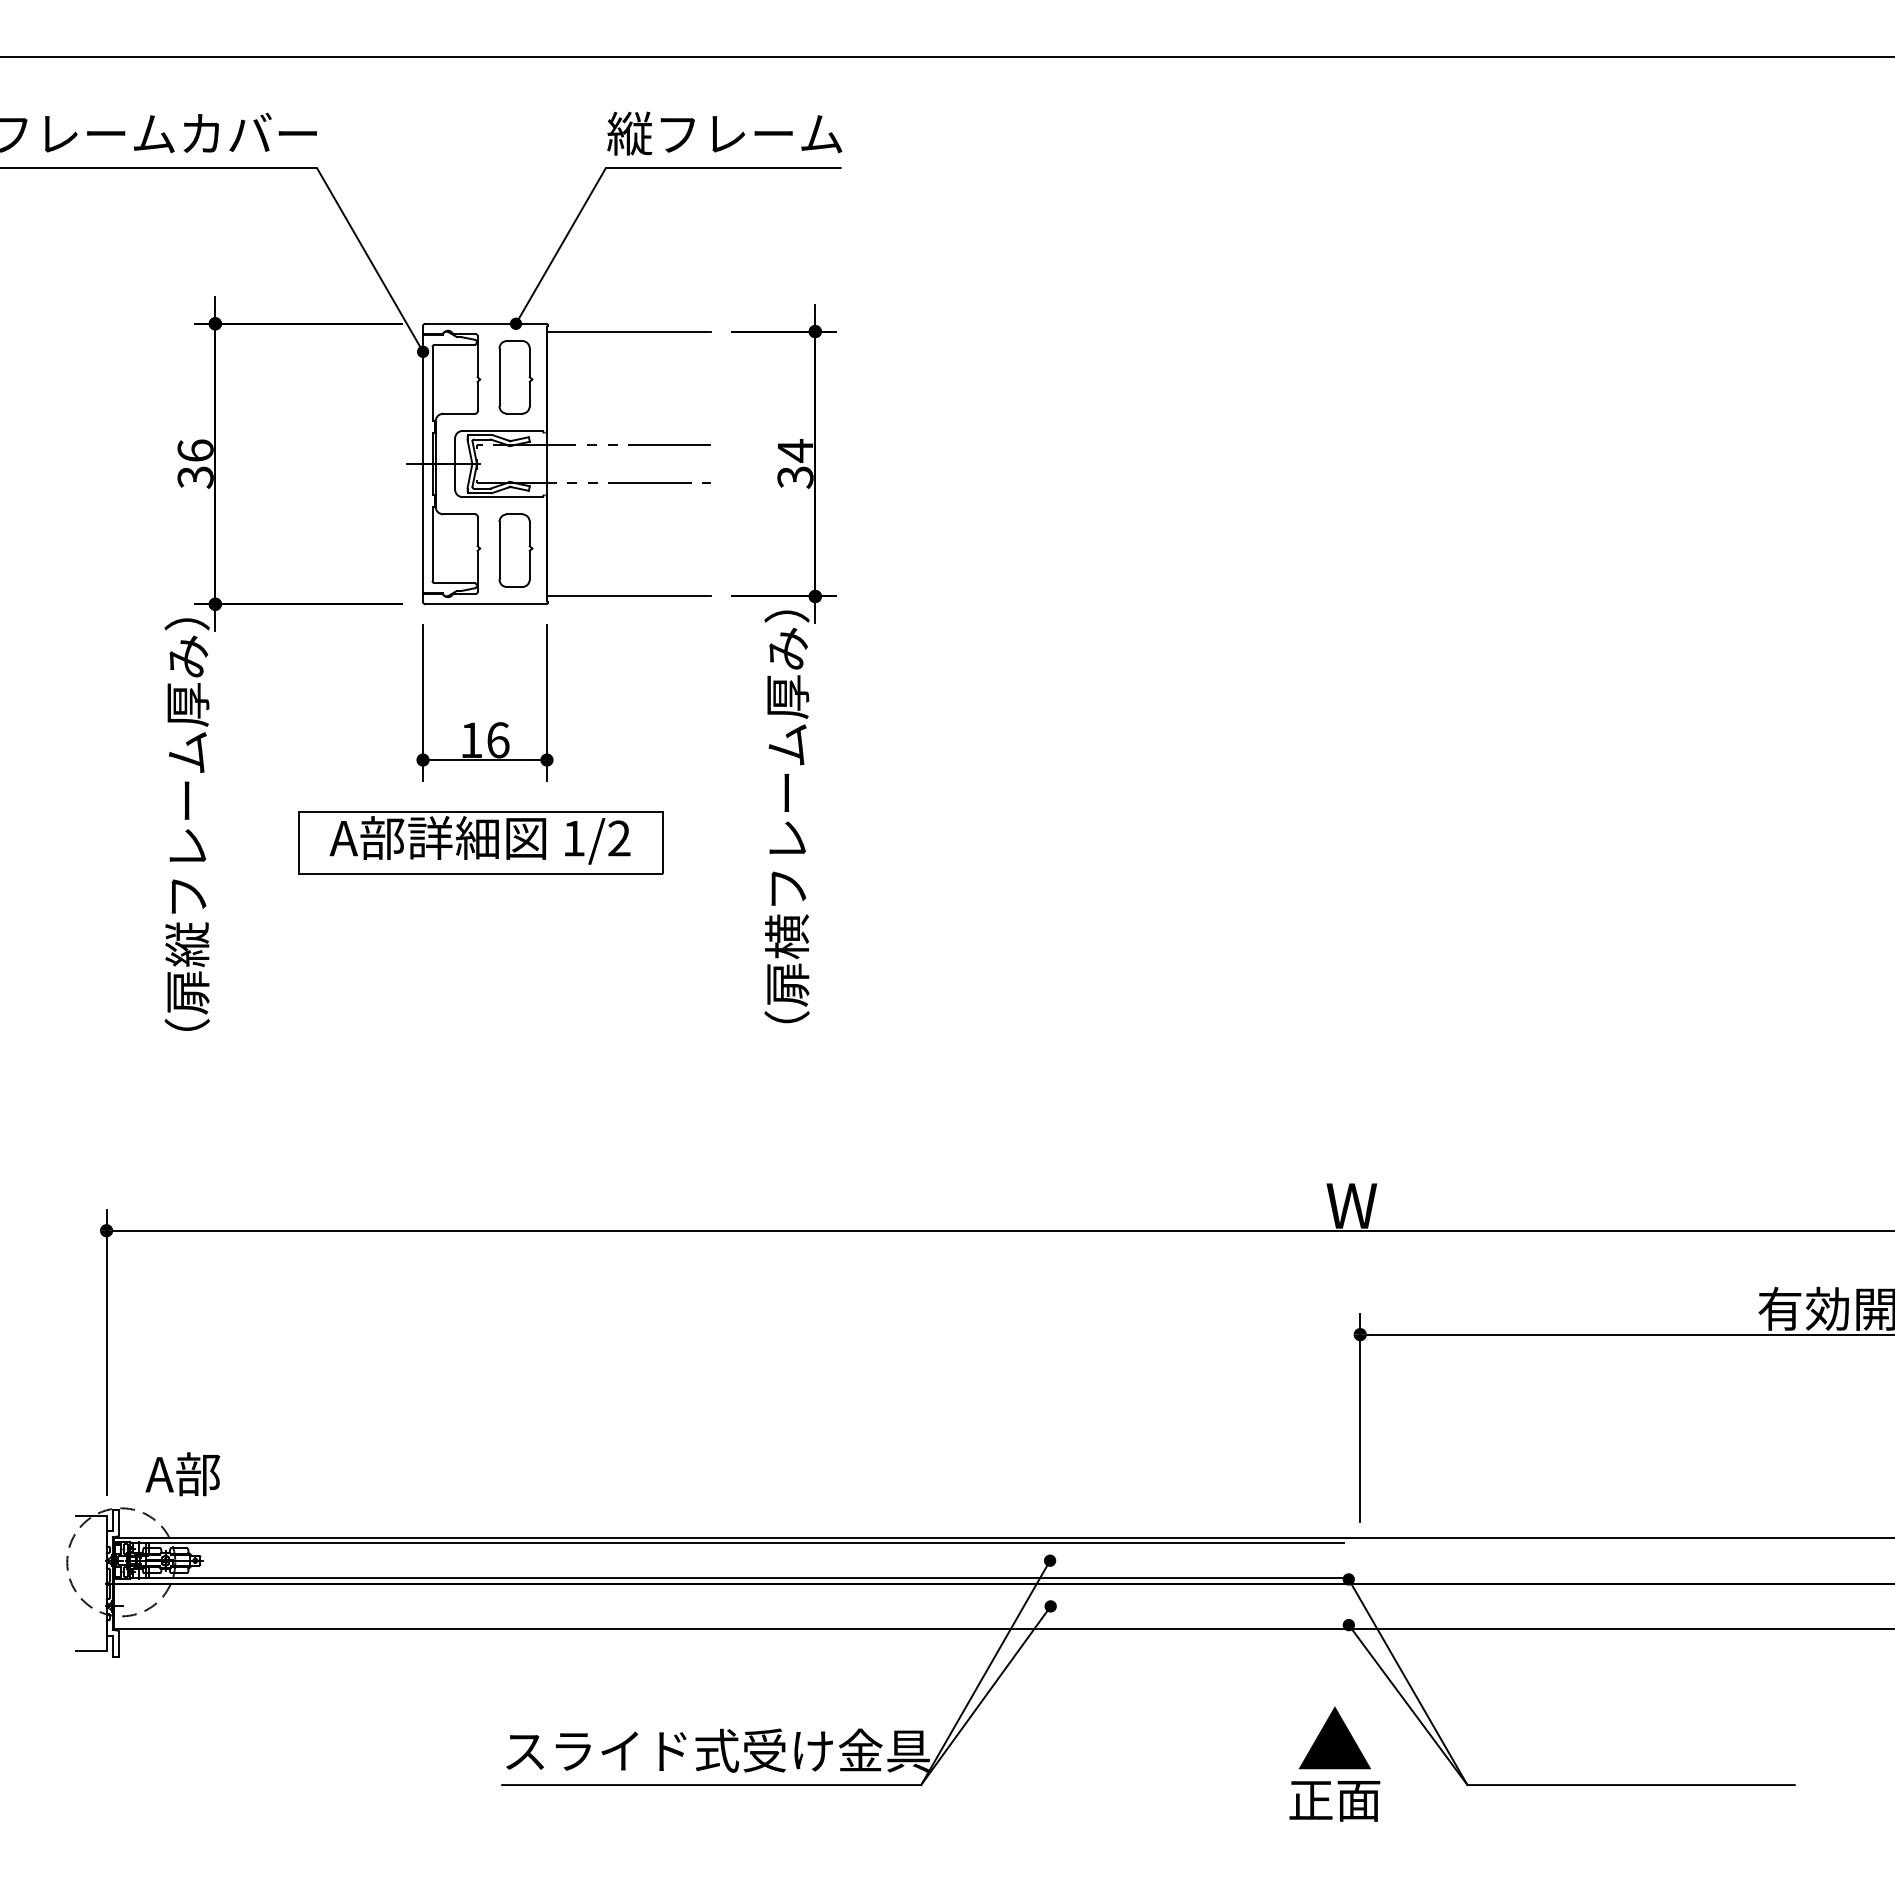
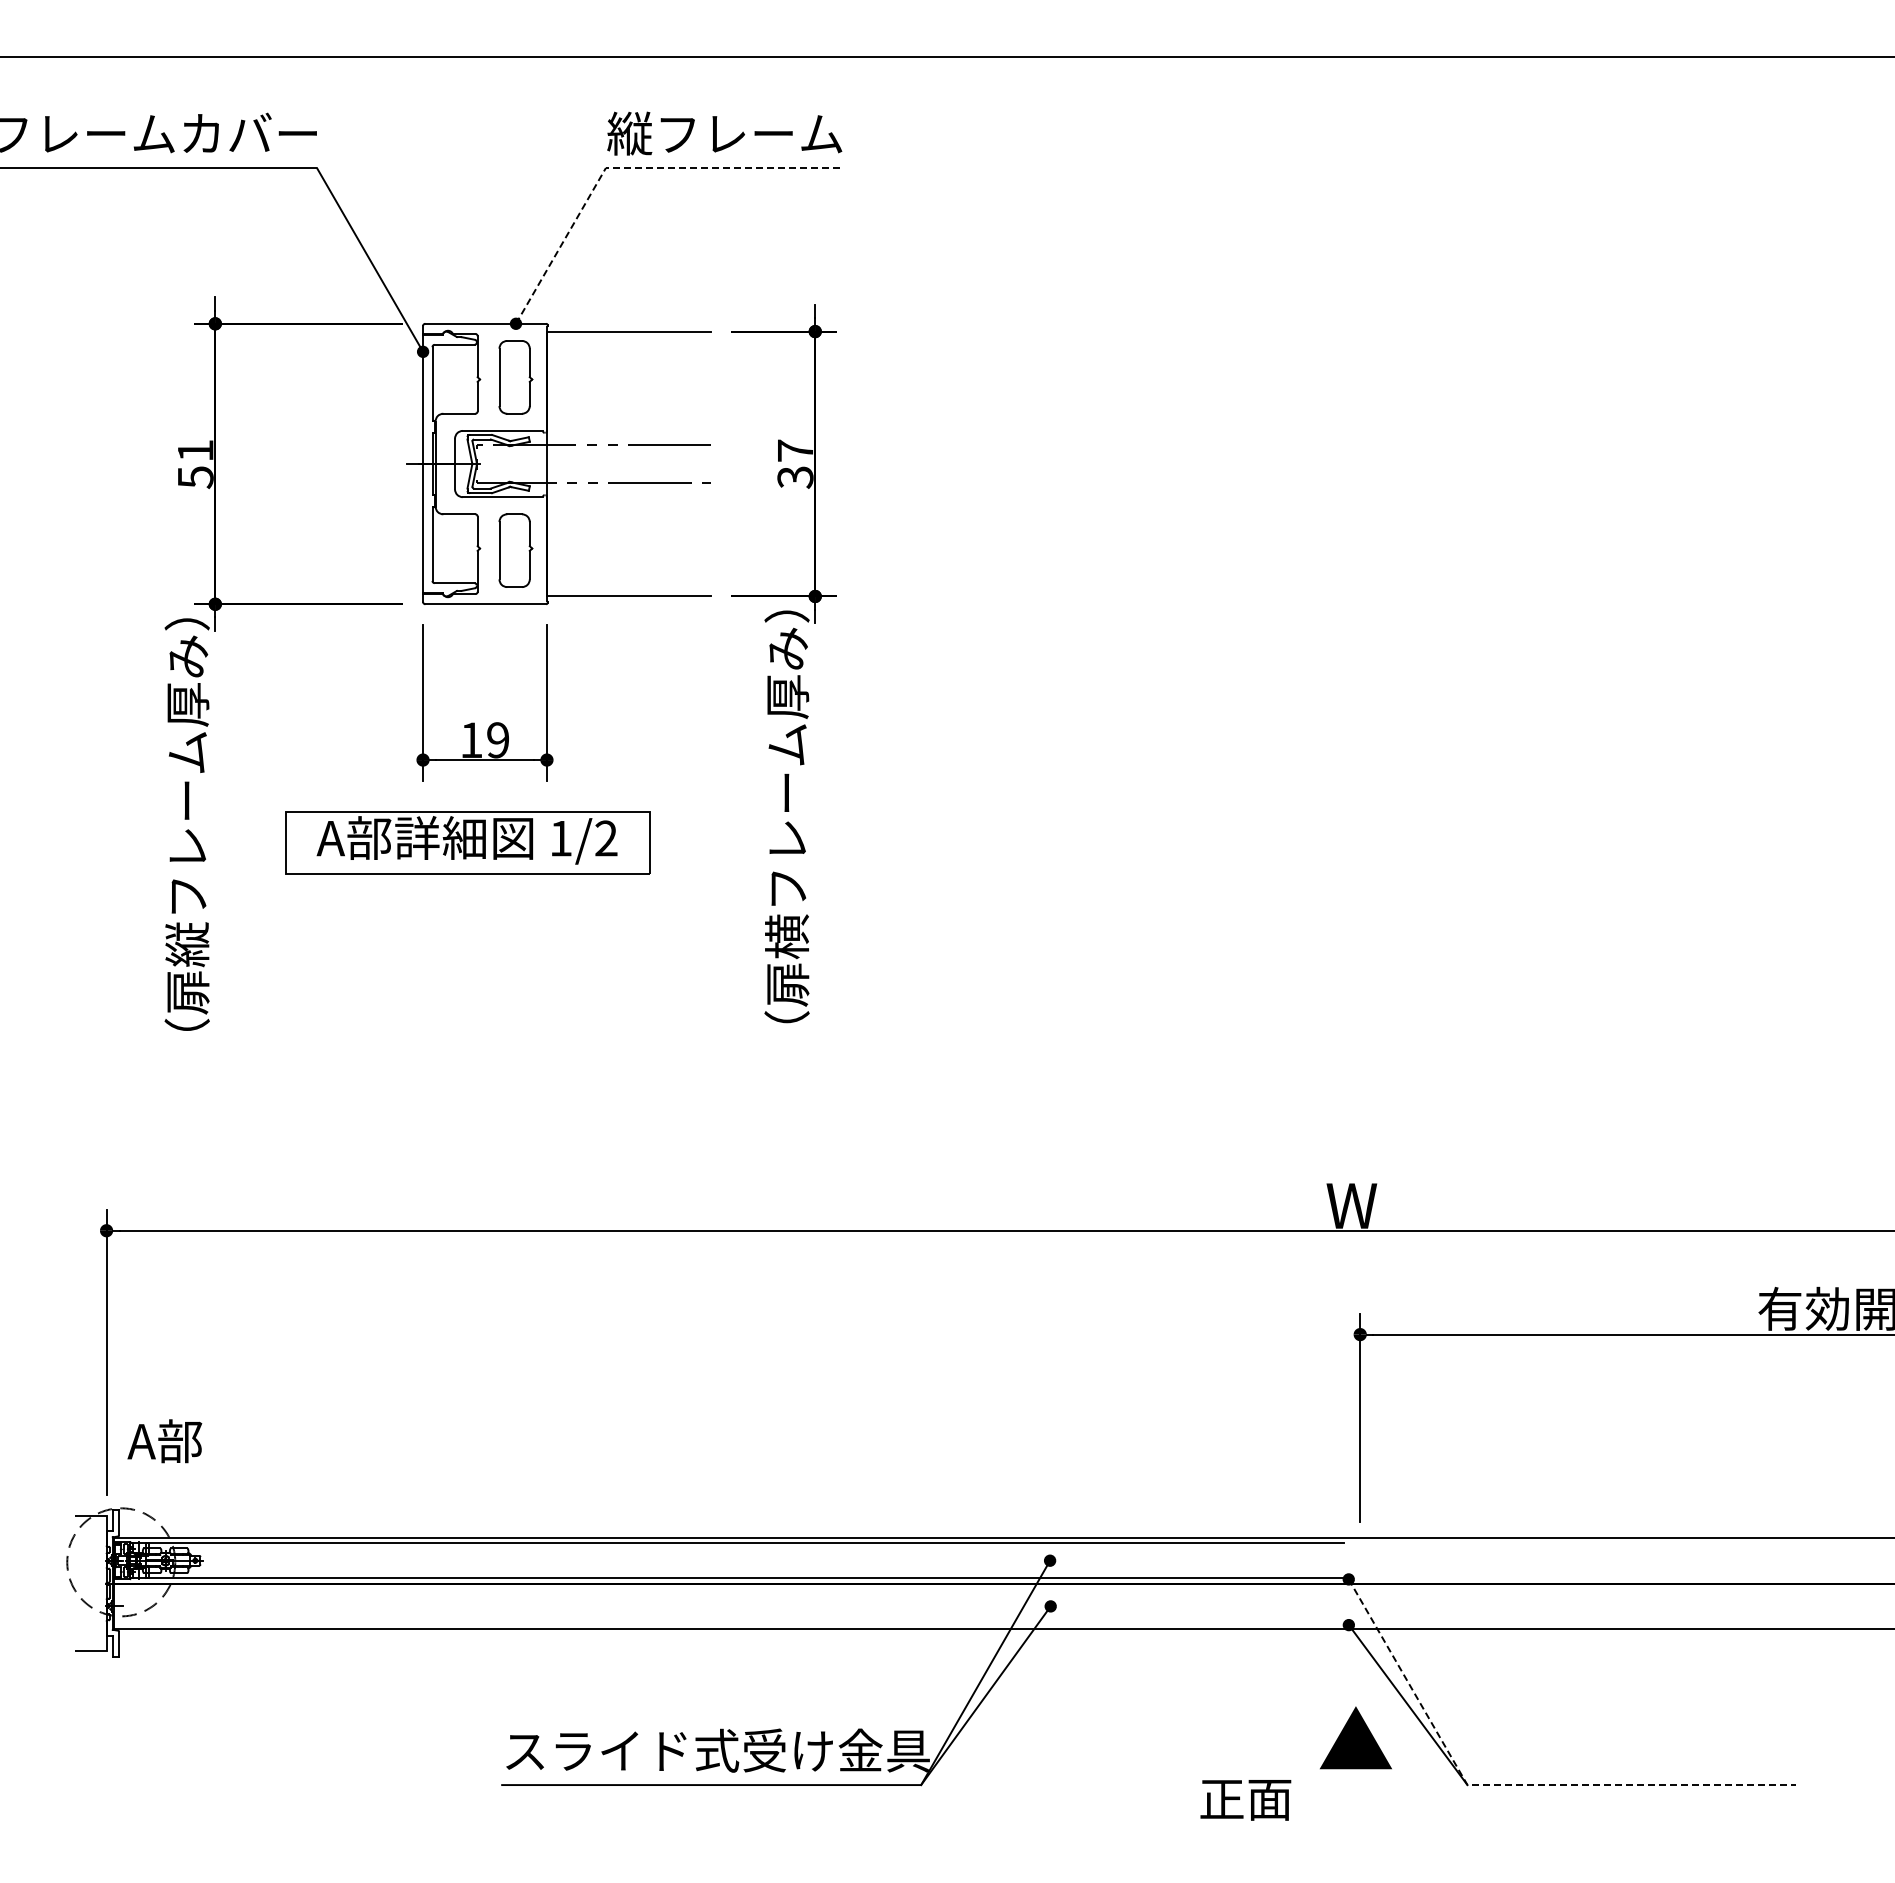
line at (633, 168): solid -> dashed
text at (795, 450): 34 -> 37
text at (195, 463): 36 -> 51
text at (498, 740): 16 -> 19
part at (480, 842) position: (480, 842) -> (467, 842)
text at (182, 1474) position: (182, 1474) -> (164, 1441)
part at (1334, 1737) position: (1334, 1737) -> (1355, 1737)
line at (1512, 1785): solid -> dashed
text at (1334, 1801) position: (1334, 1801) -> (1245, 1800)
